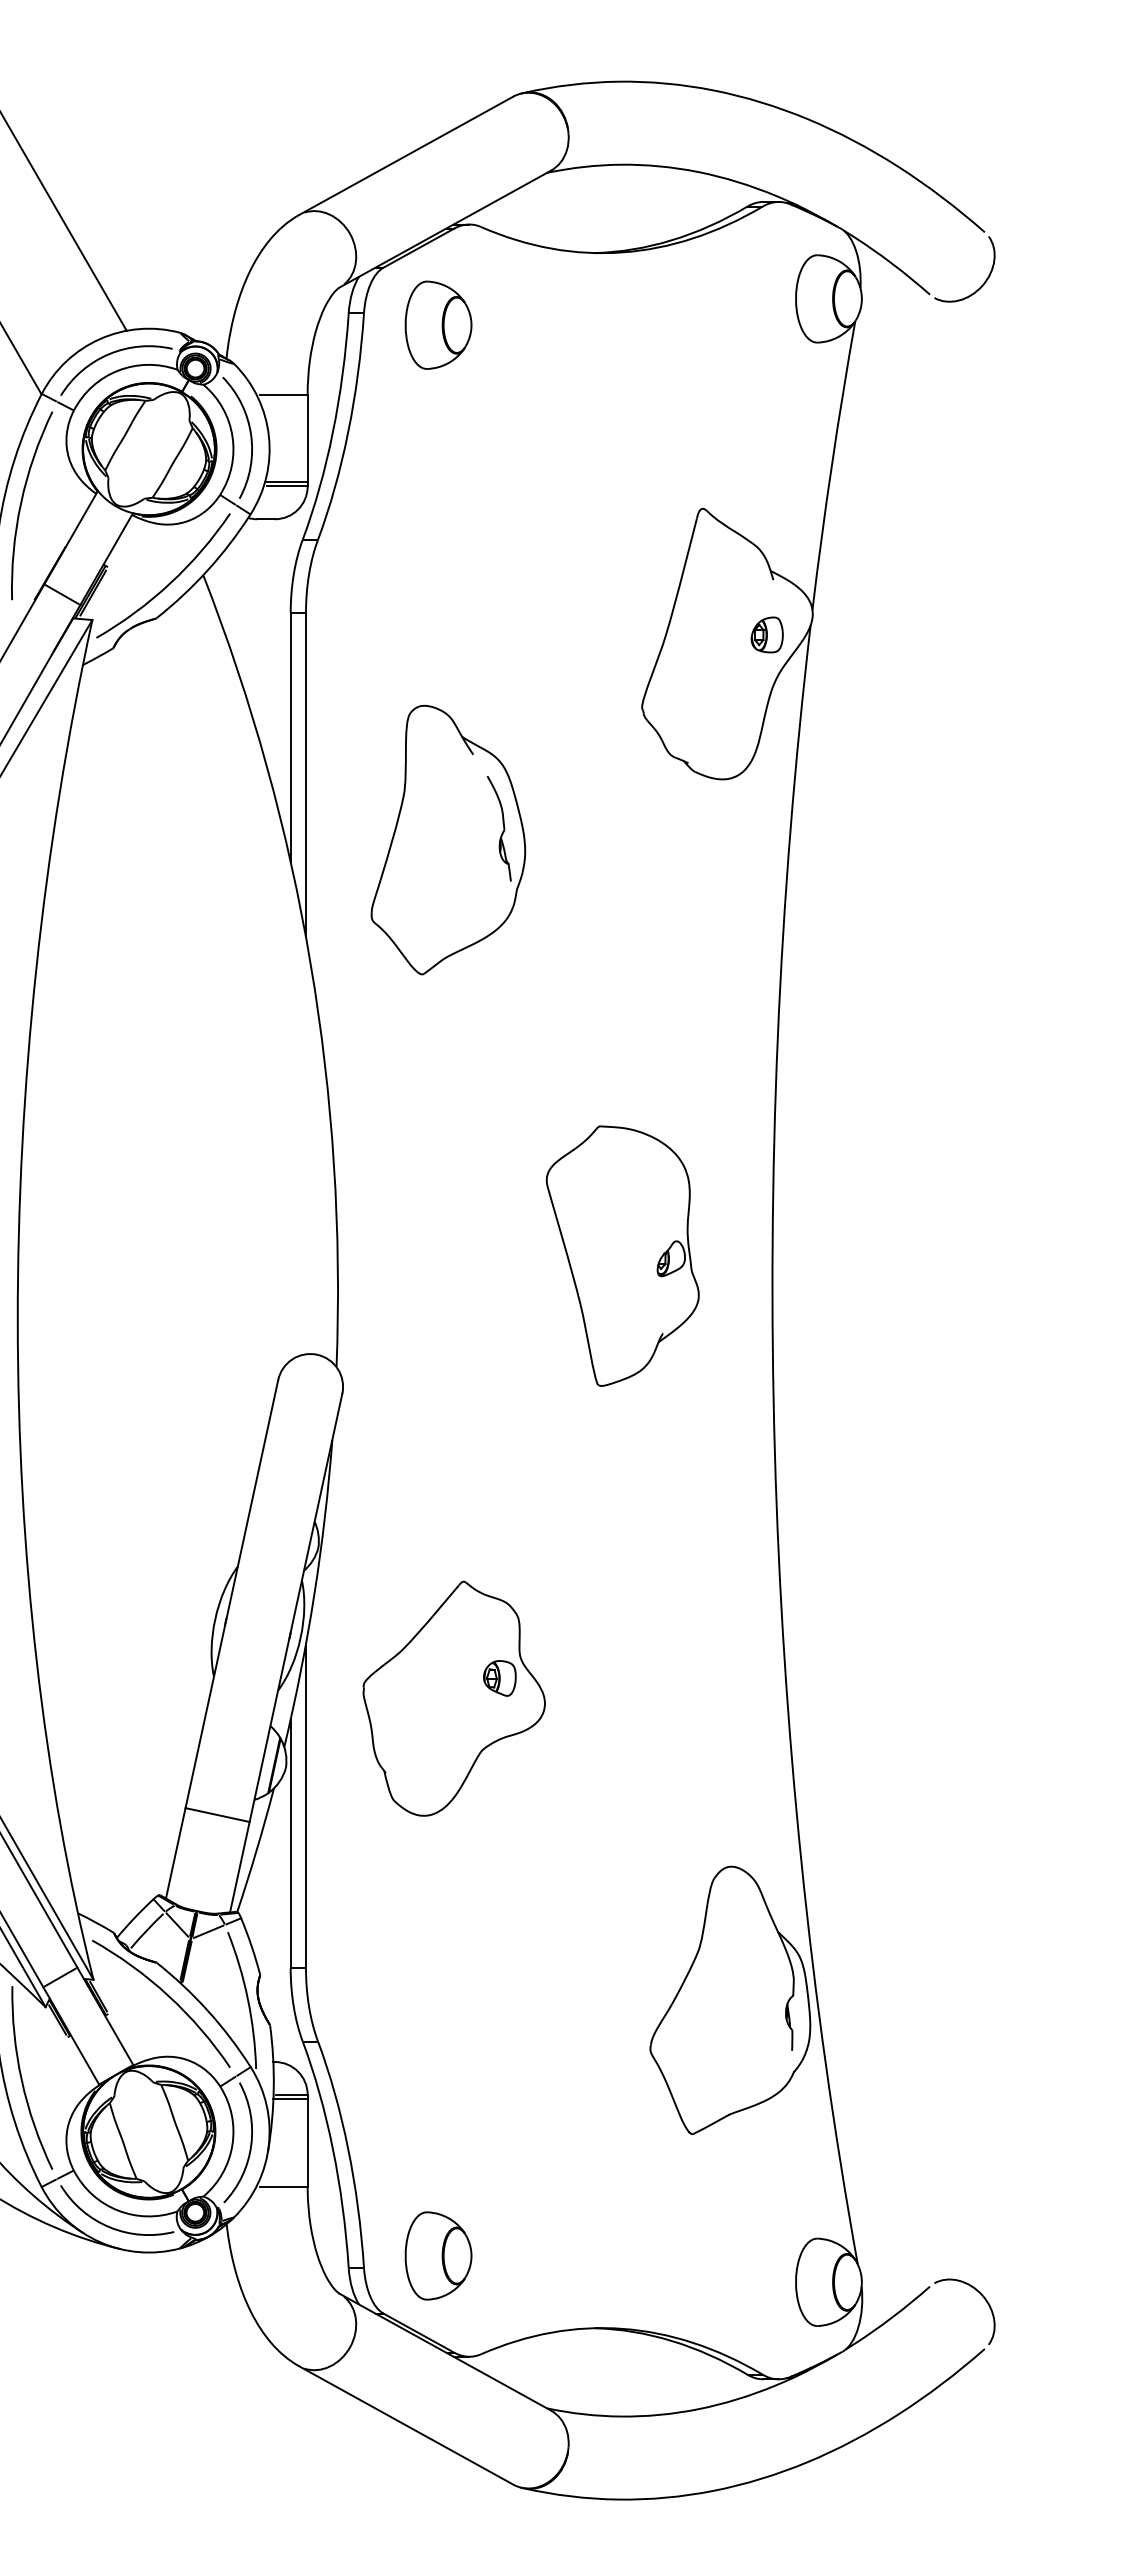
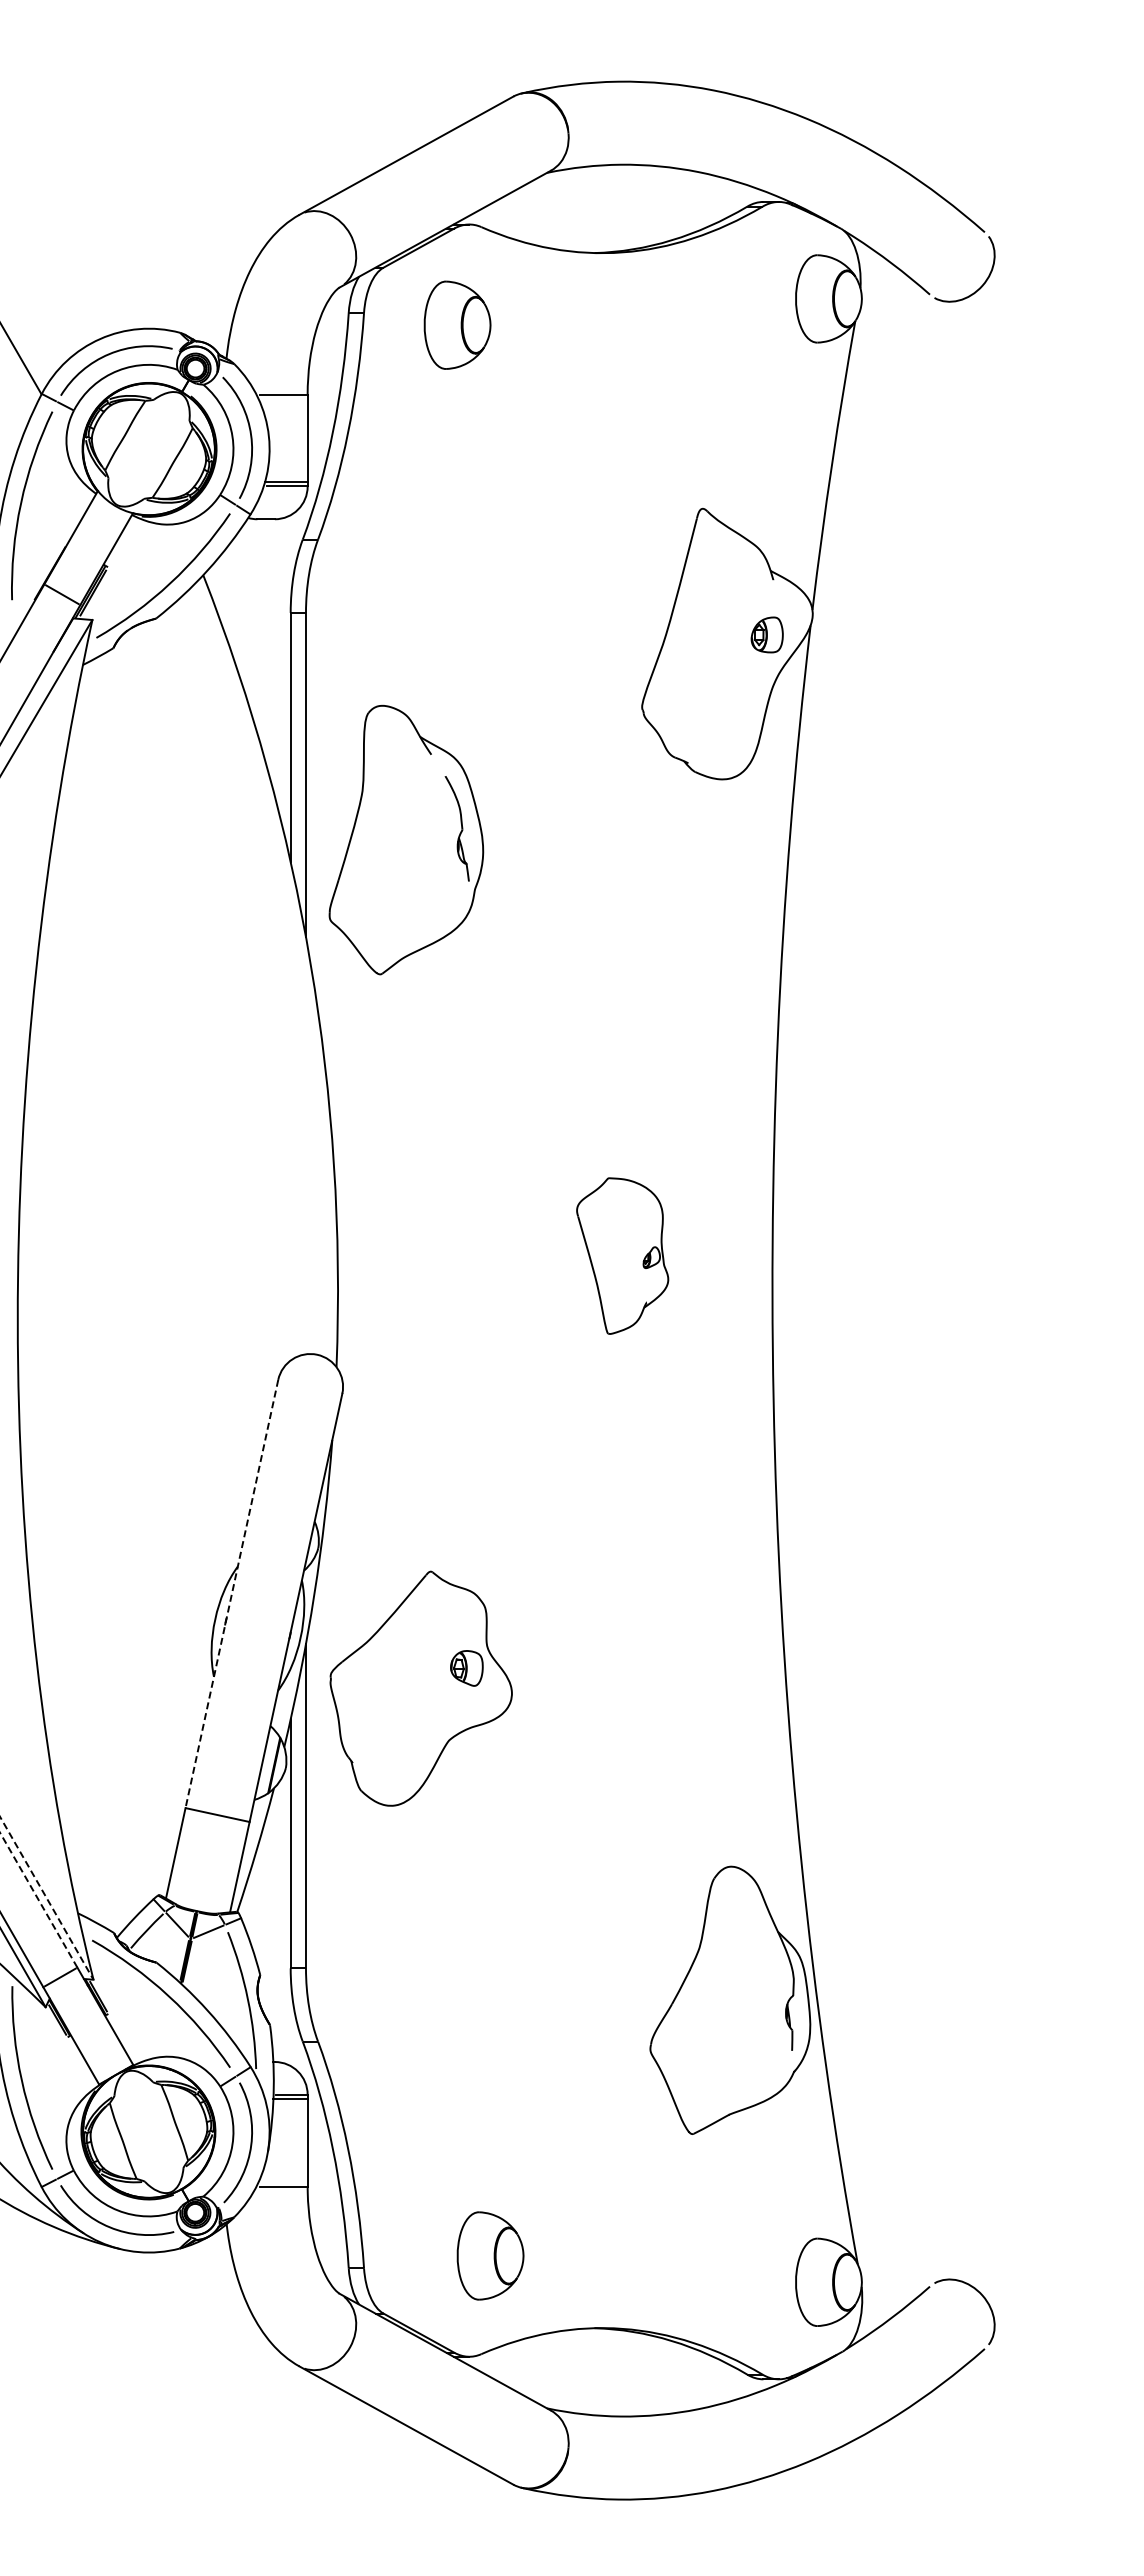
line at (64, 222): present -> none
part at (438, 324) position: (438, 324) -> (457, 324)
part at (448, 839) position: (448, 839) -> (406, 839)
part at (622, 1255) size: 155x262 px -> 94x158 px
line at (231, 1594): solid -> dashed
part at (453, 1698) position: (453, 1698) -> (420, 1688)
line at (46, 1898): solid -> dashed
line at (38, 1900): solid -> dashed
part at (438, 2255) position: (438, 2255) -> (490, 2255)
